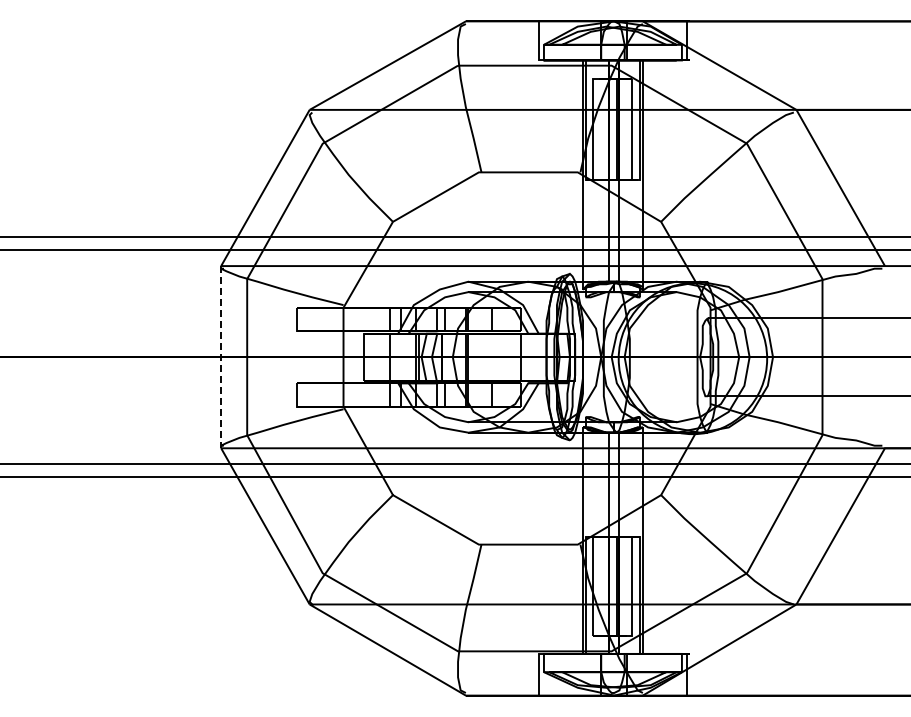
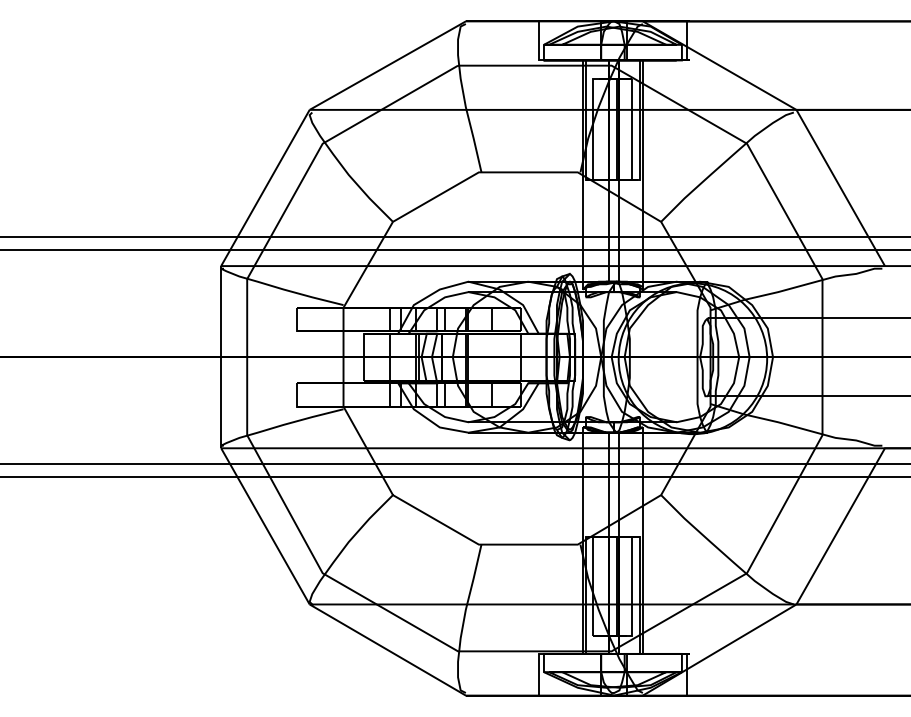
line at (221, 357): dashed -> solid
